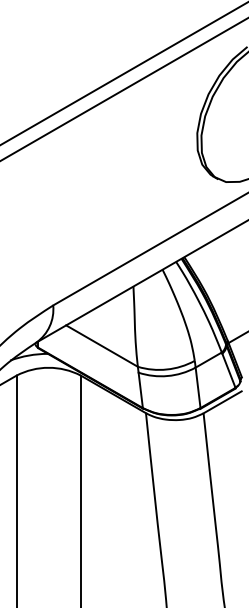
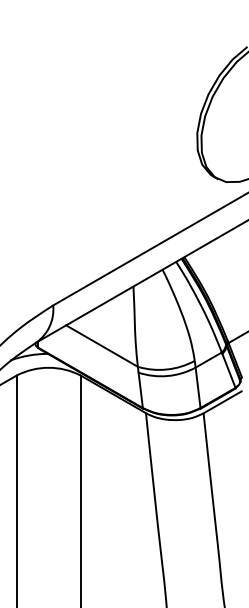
line at (123, 73): present -> none
line at (123, 89): present -> none
